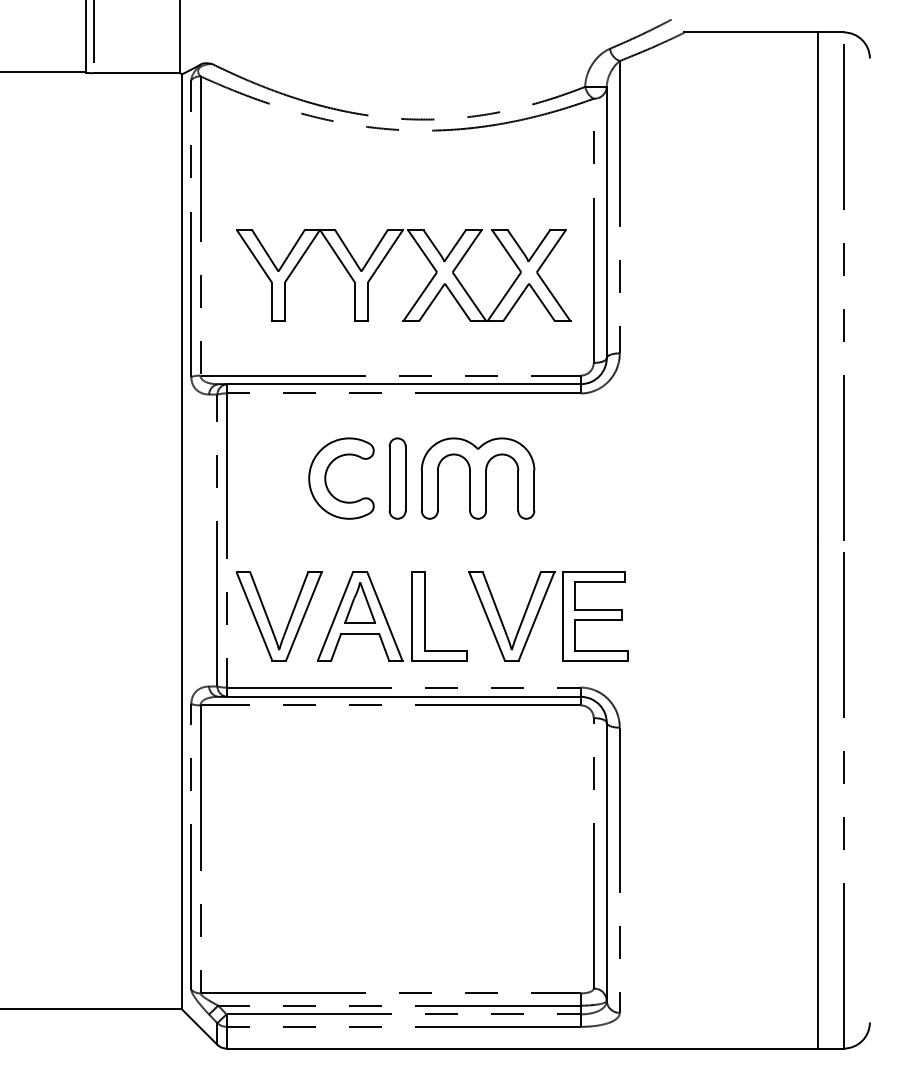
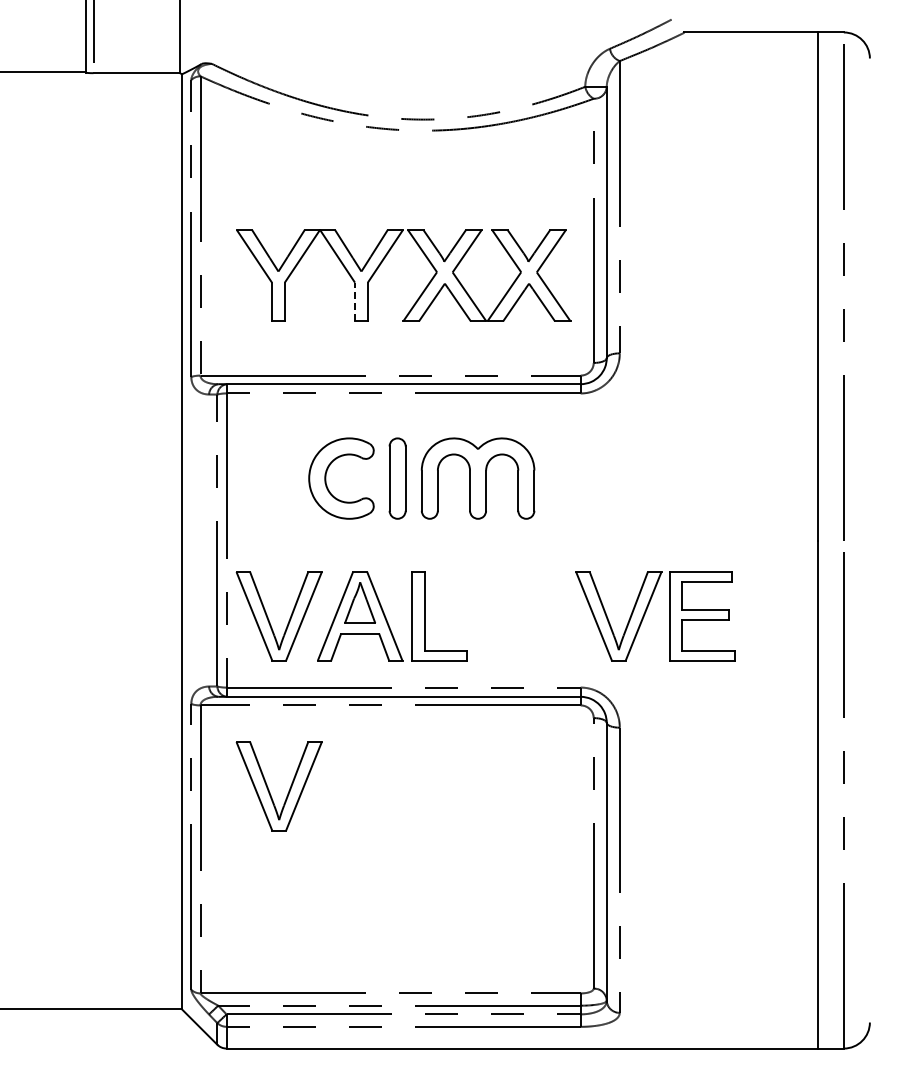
line at (355, 301): solid -> dashed
part at (539, 612) position: (539, 612) -> (646, 612)
part at (269, 789): none -> present
